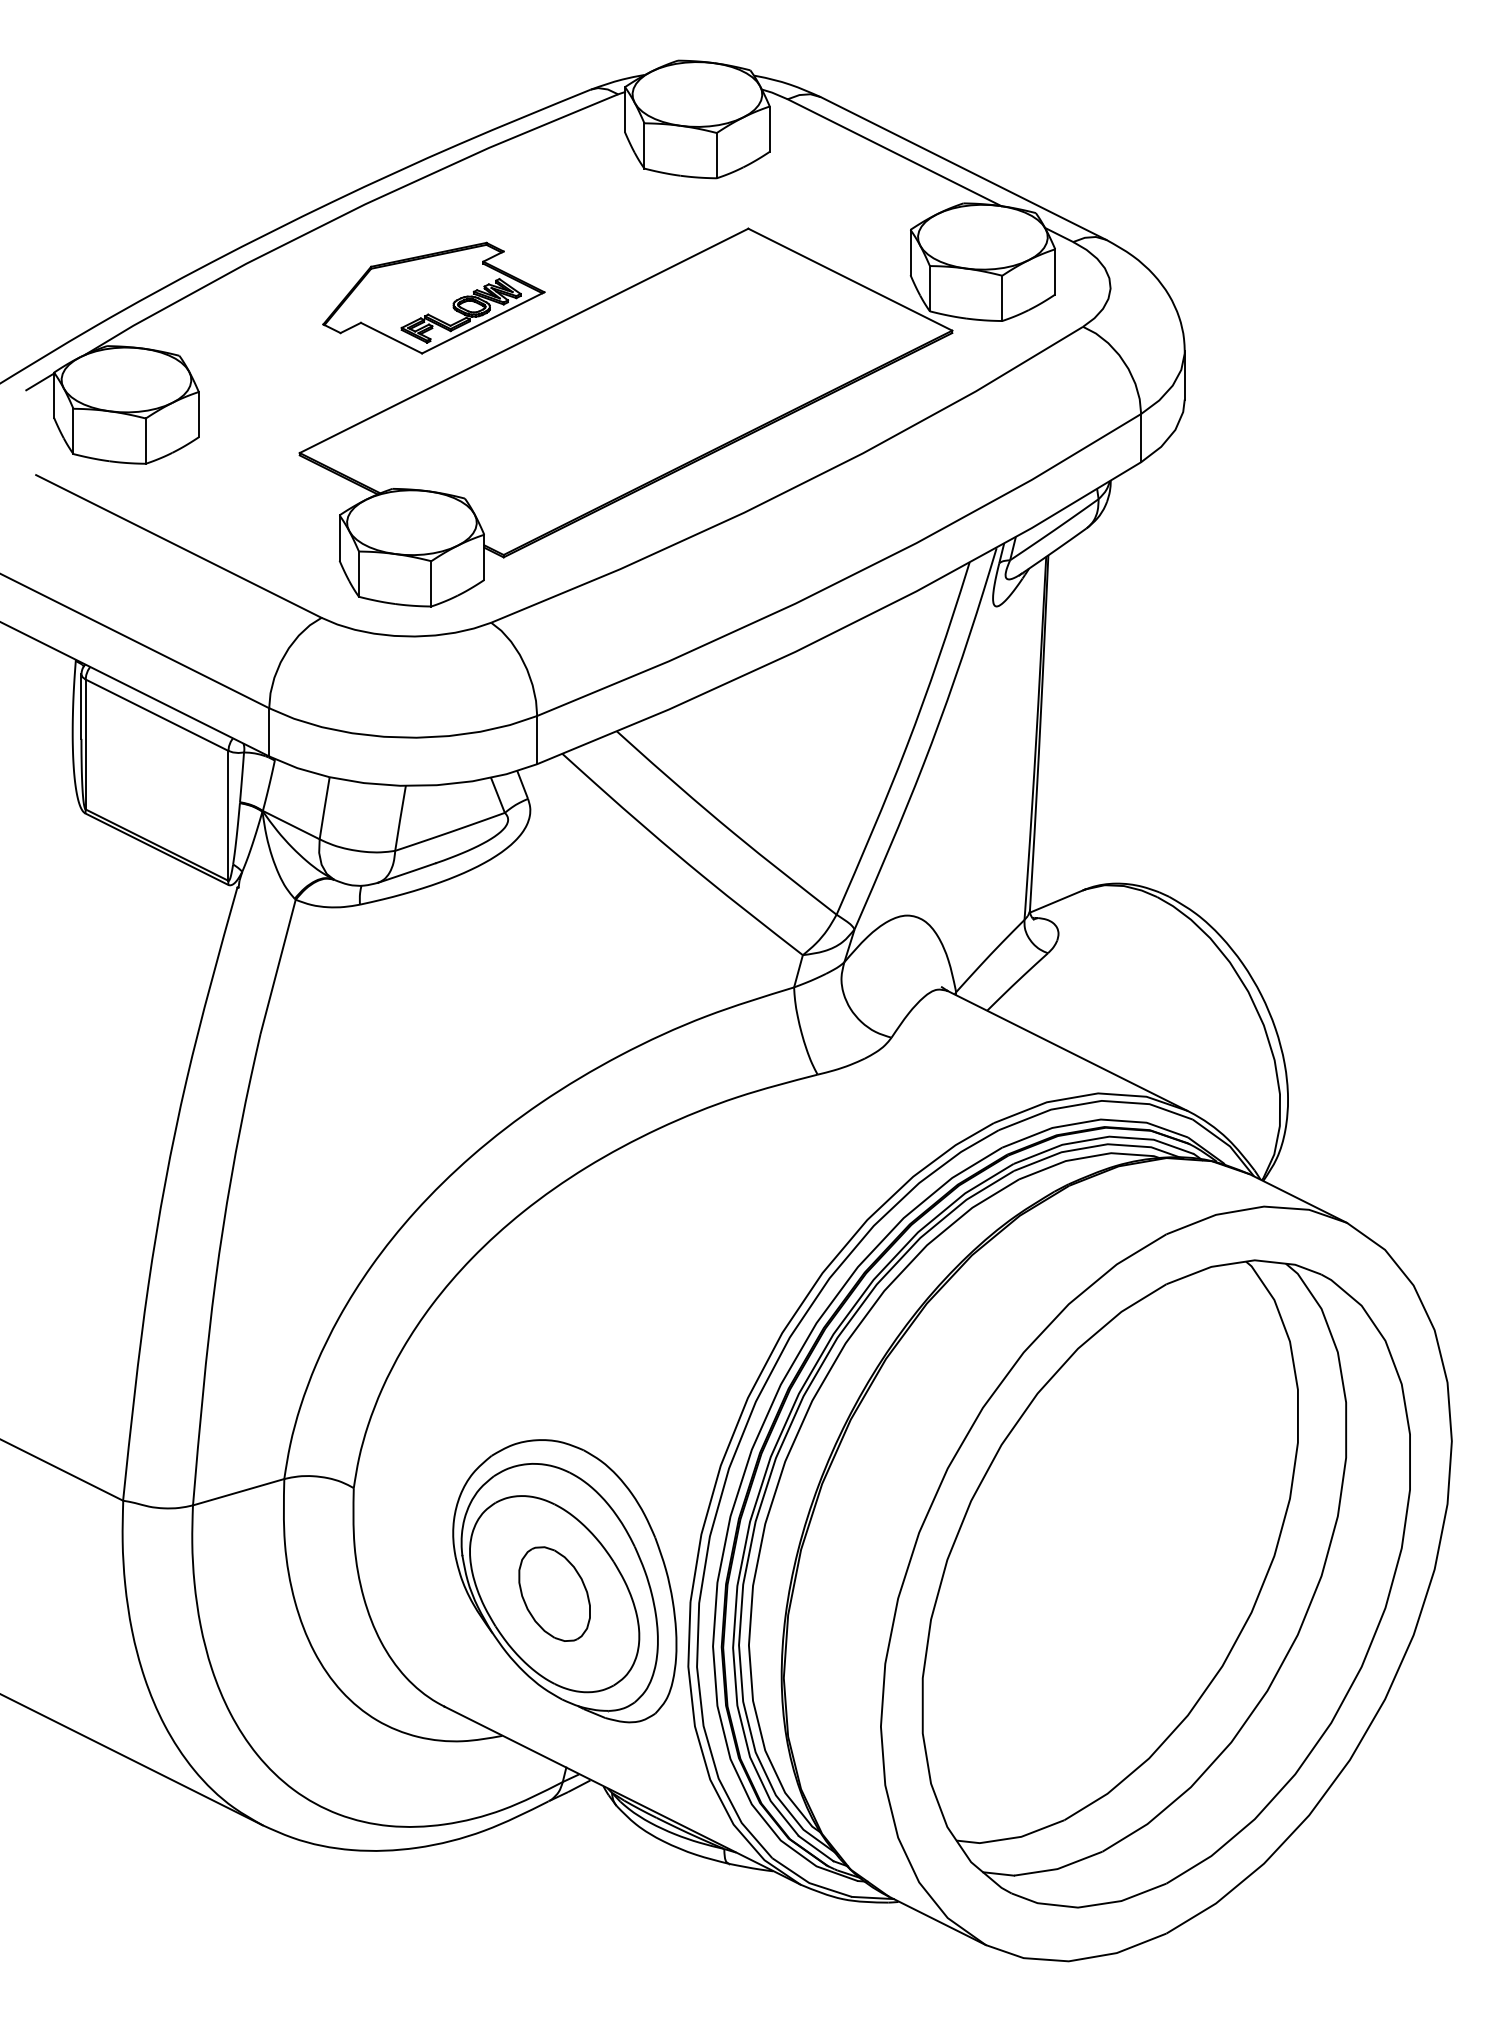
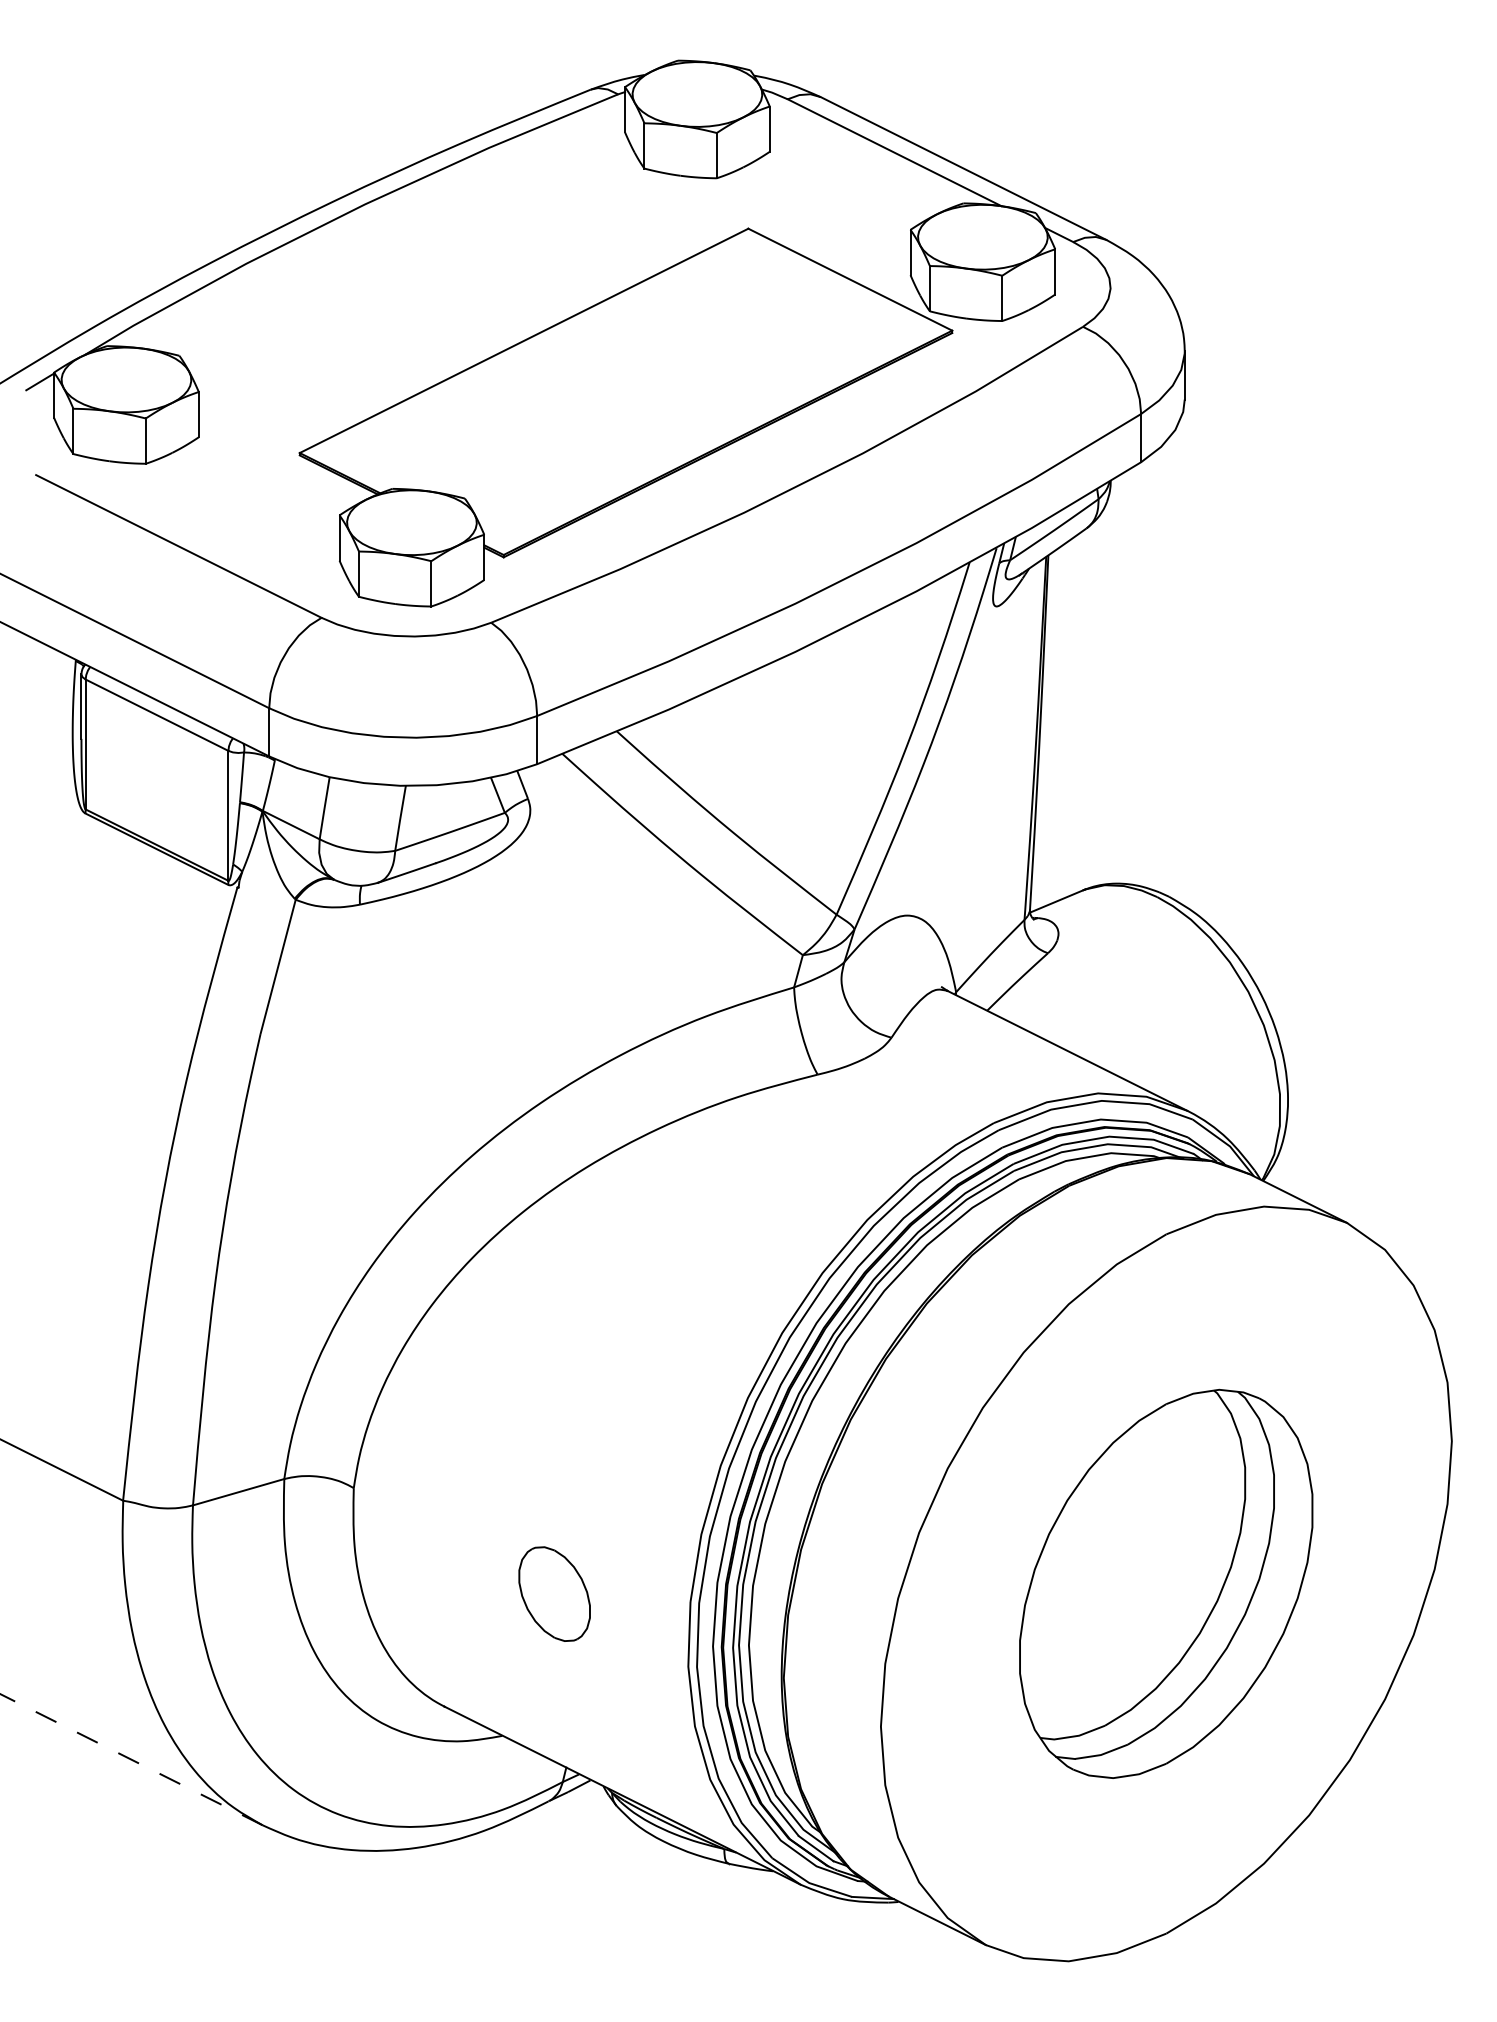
part at (433, 297): present -> none
part at (564, 1581): present -> none
part at (1165, 1583) size: 490x650 px -> 295x391 px
line at (131, 1759): solid -> dashed
